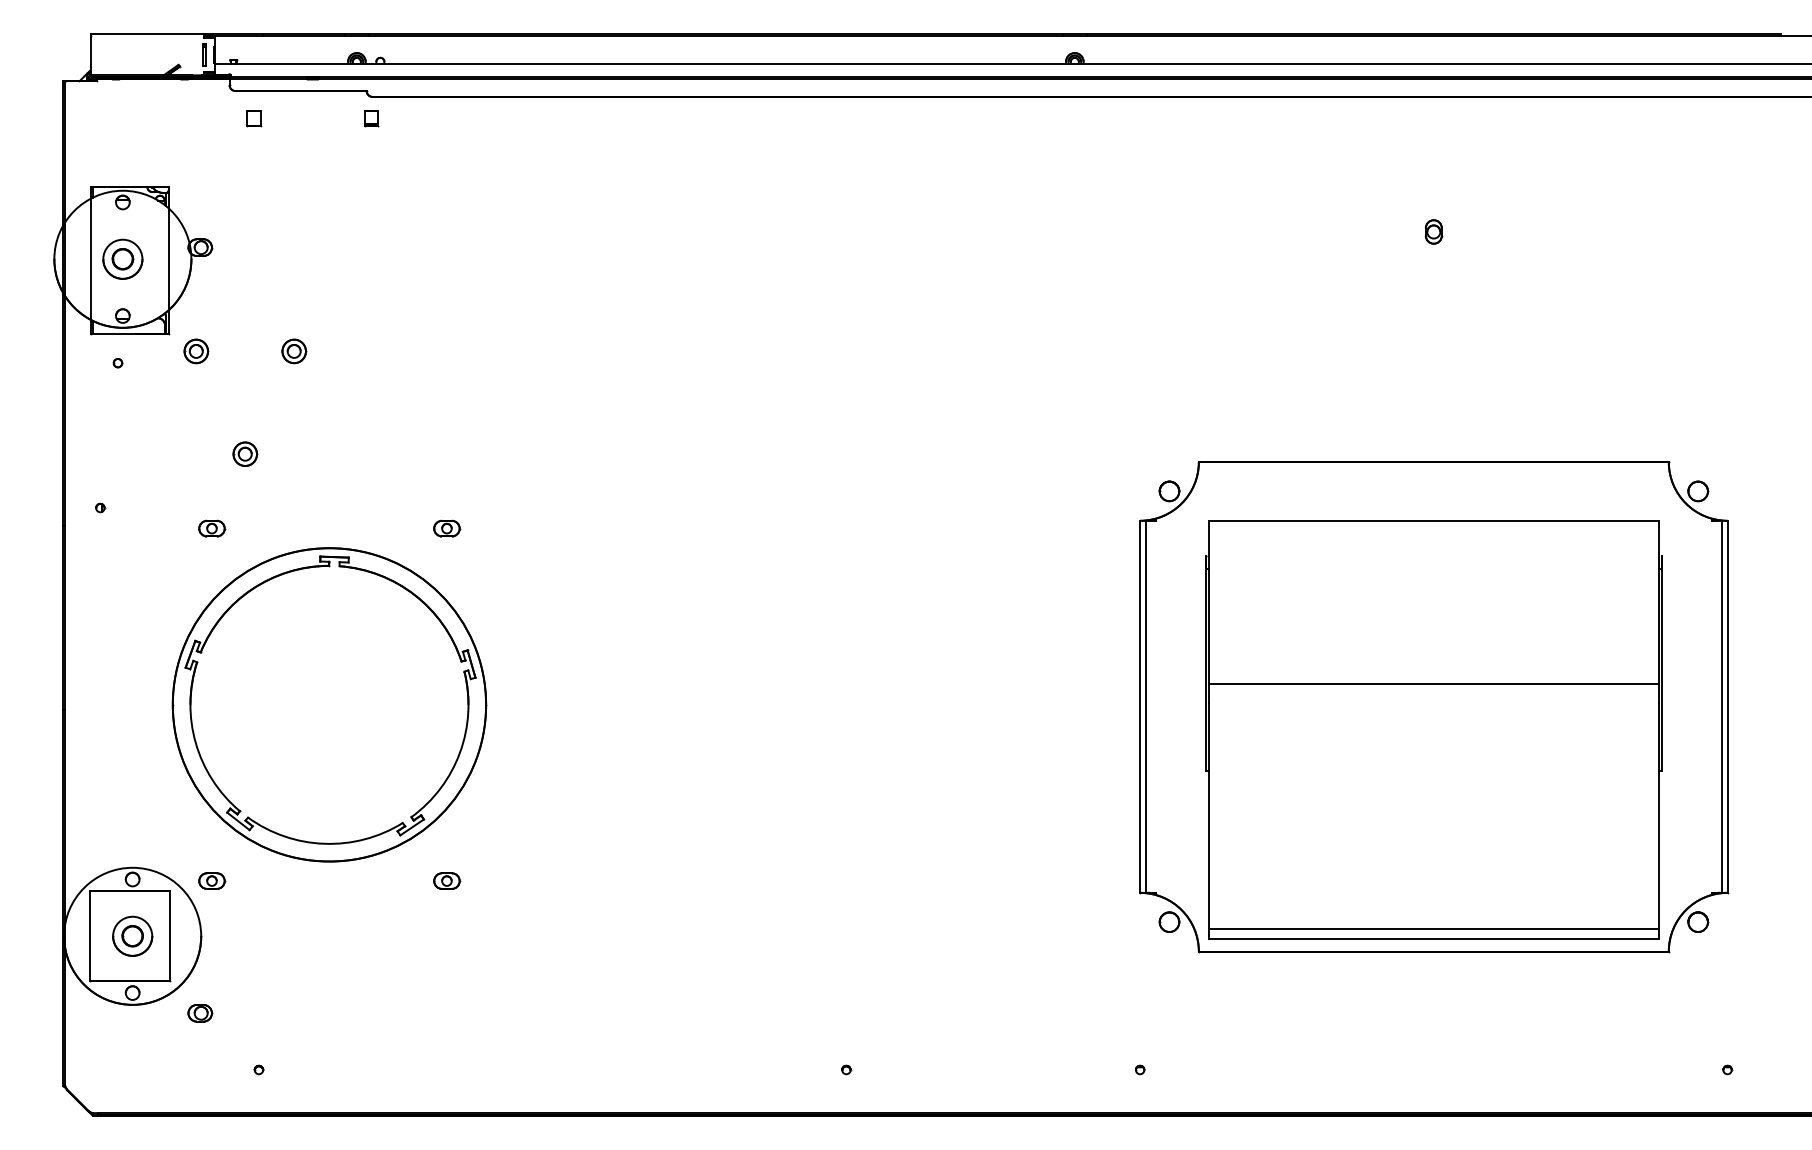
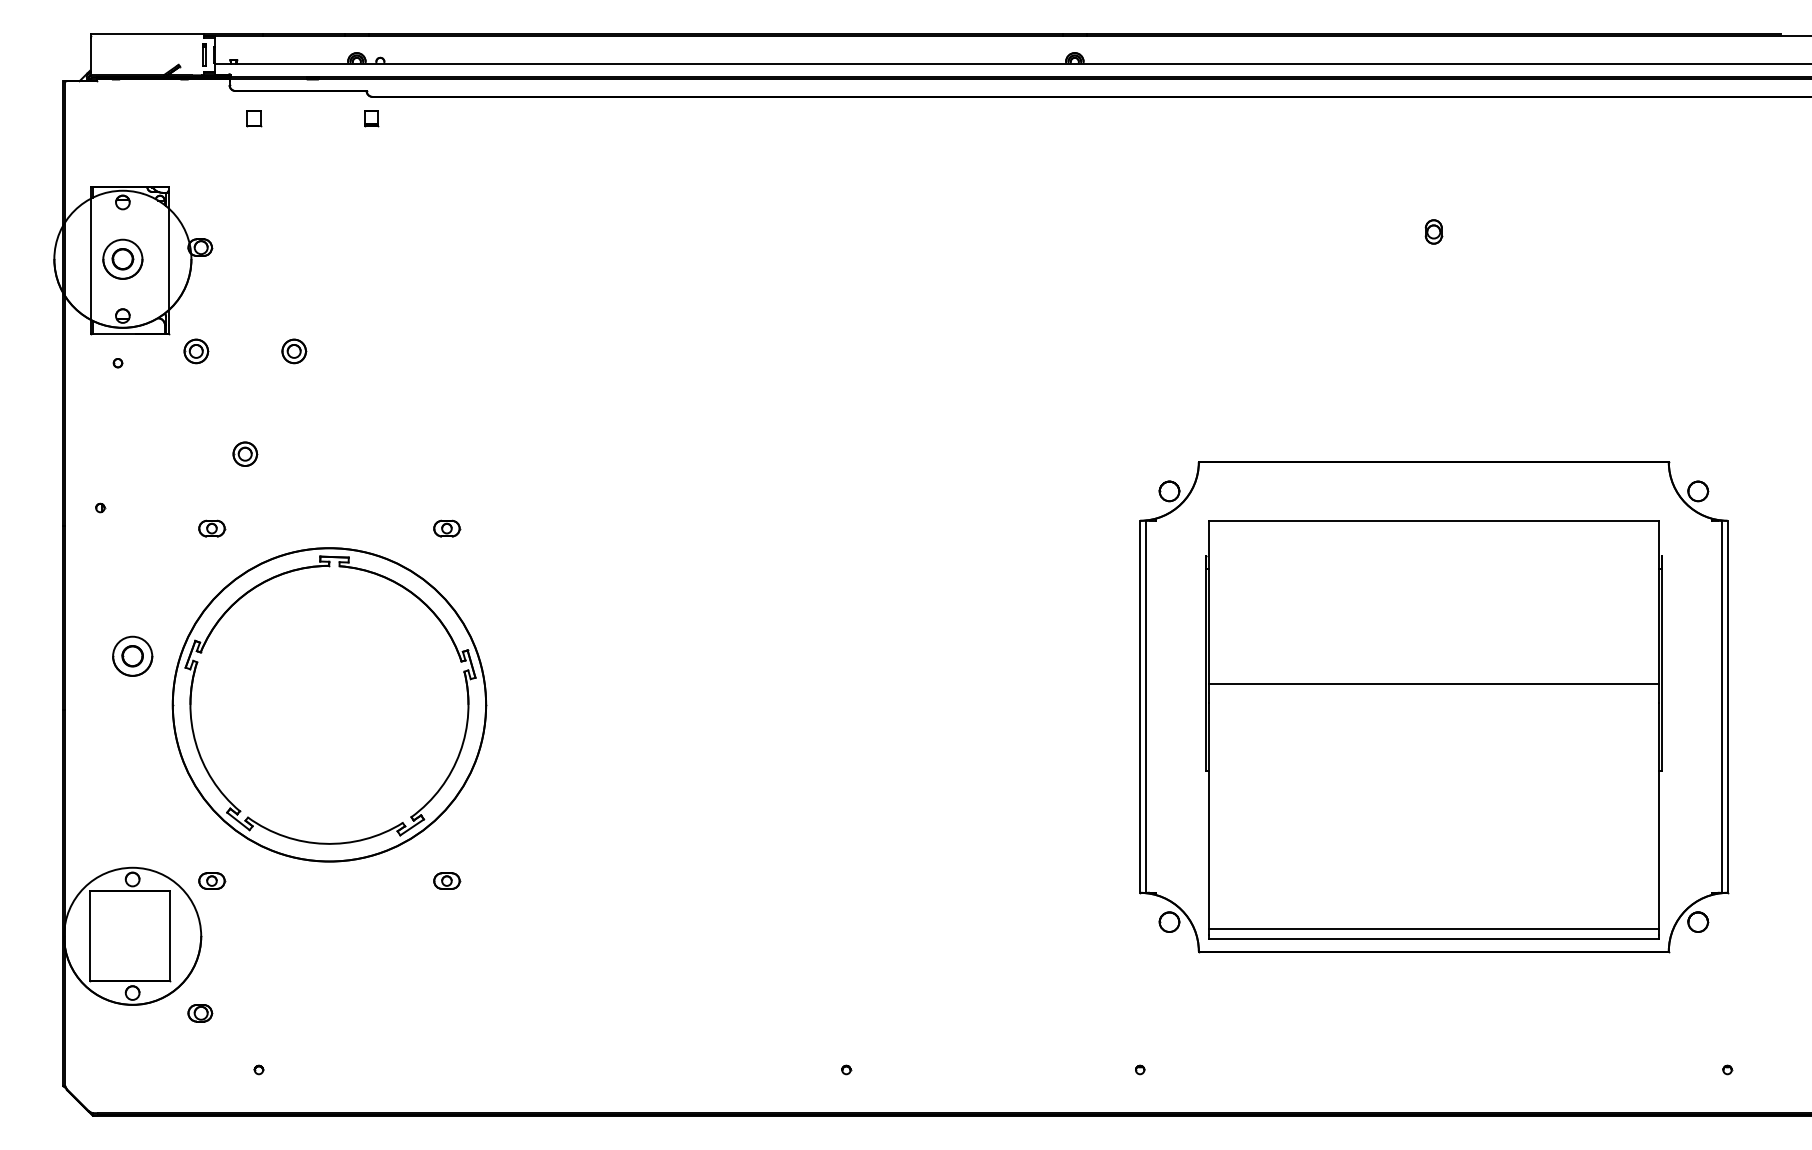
part at (132, 935) position: (132, 935) -> (132, 655)
